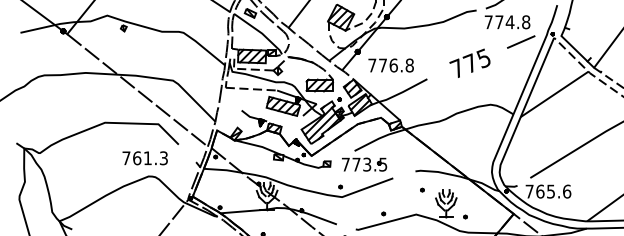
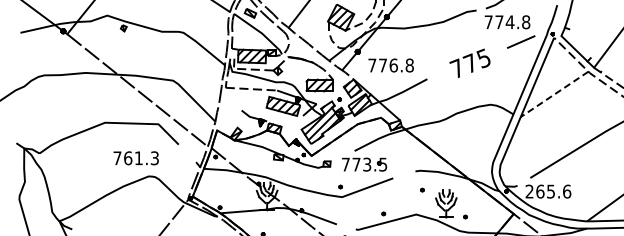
line at (554, 94): solid -> dashed
text at (144, 158) position: (144, 158) -> (135, 158)
text at (529, 191): 765.6 -> 265.6
